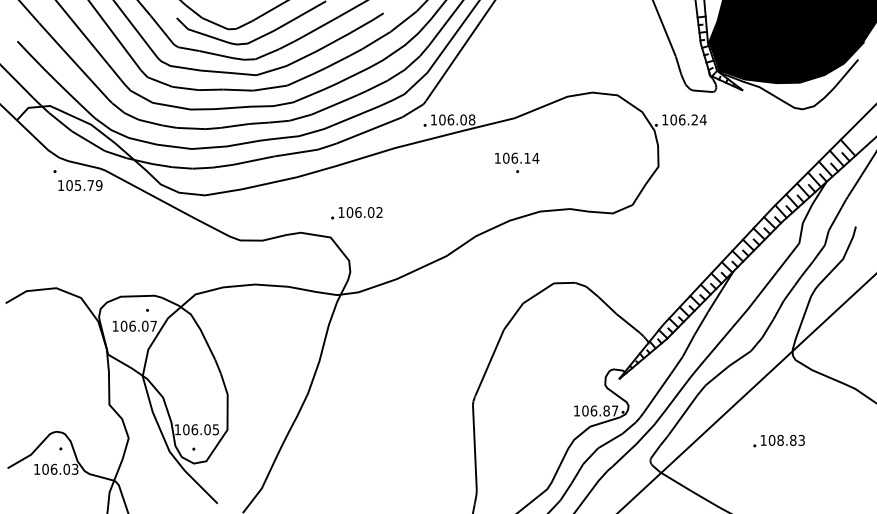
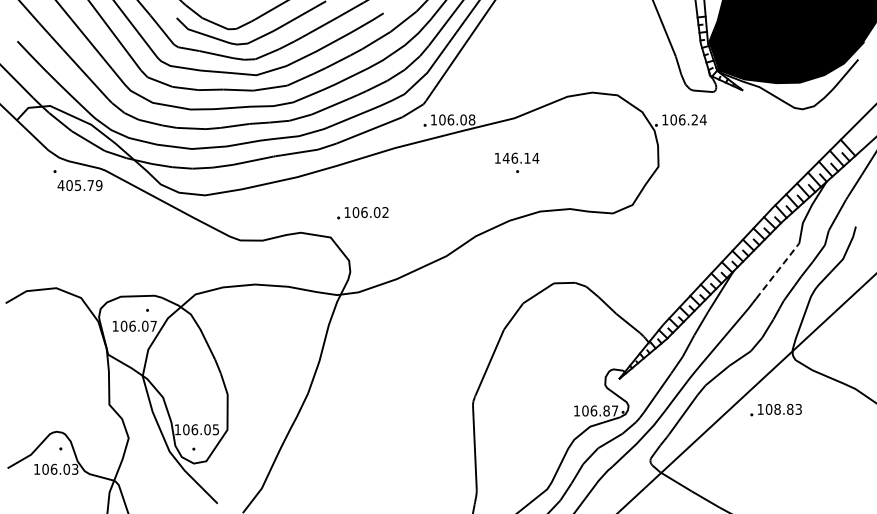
text at (505, 157): 106.14 -> 146.14
text at (60, 185): 105.79 -> 405.79
text at (356, 213) position: (356, 213) -> (362, 213)
line at (778, 269): solid -> dashed
text at (778, 440) position: (778, 440) -> (775, 409)
